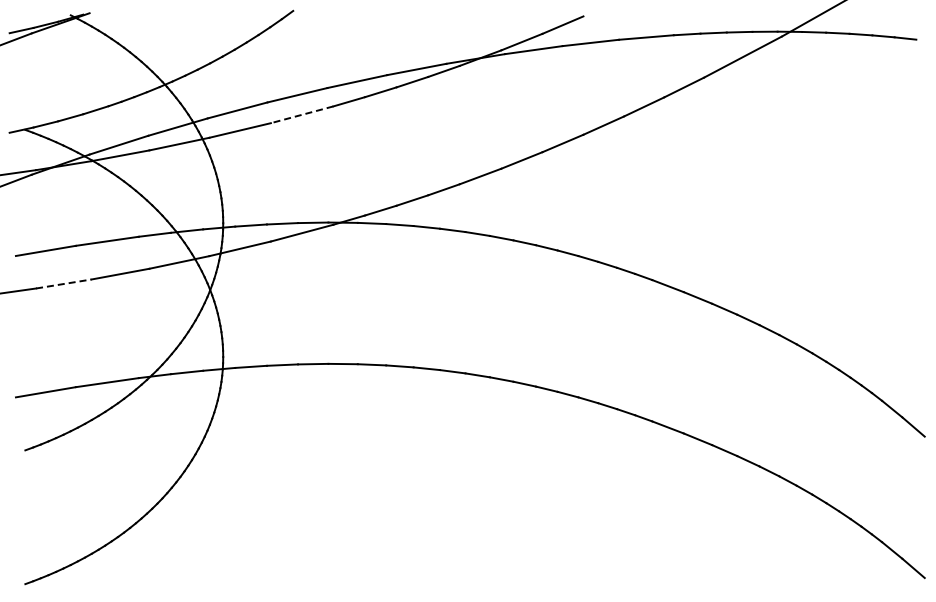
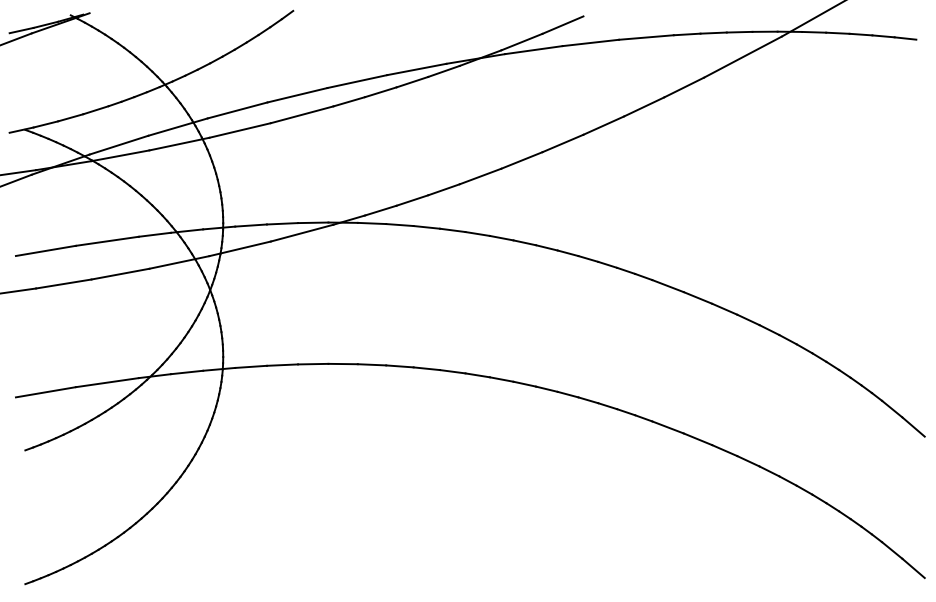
line at (301, 114): dashed -> solid
line at (64, 283): dashed -> solid
